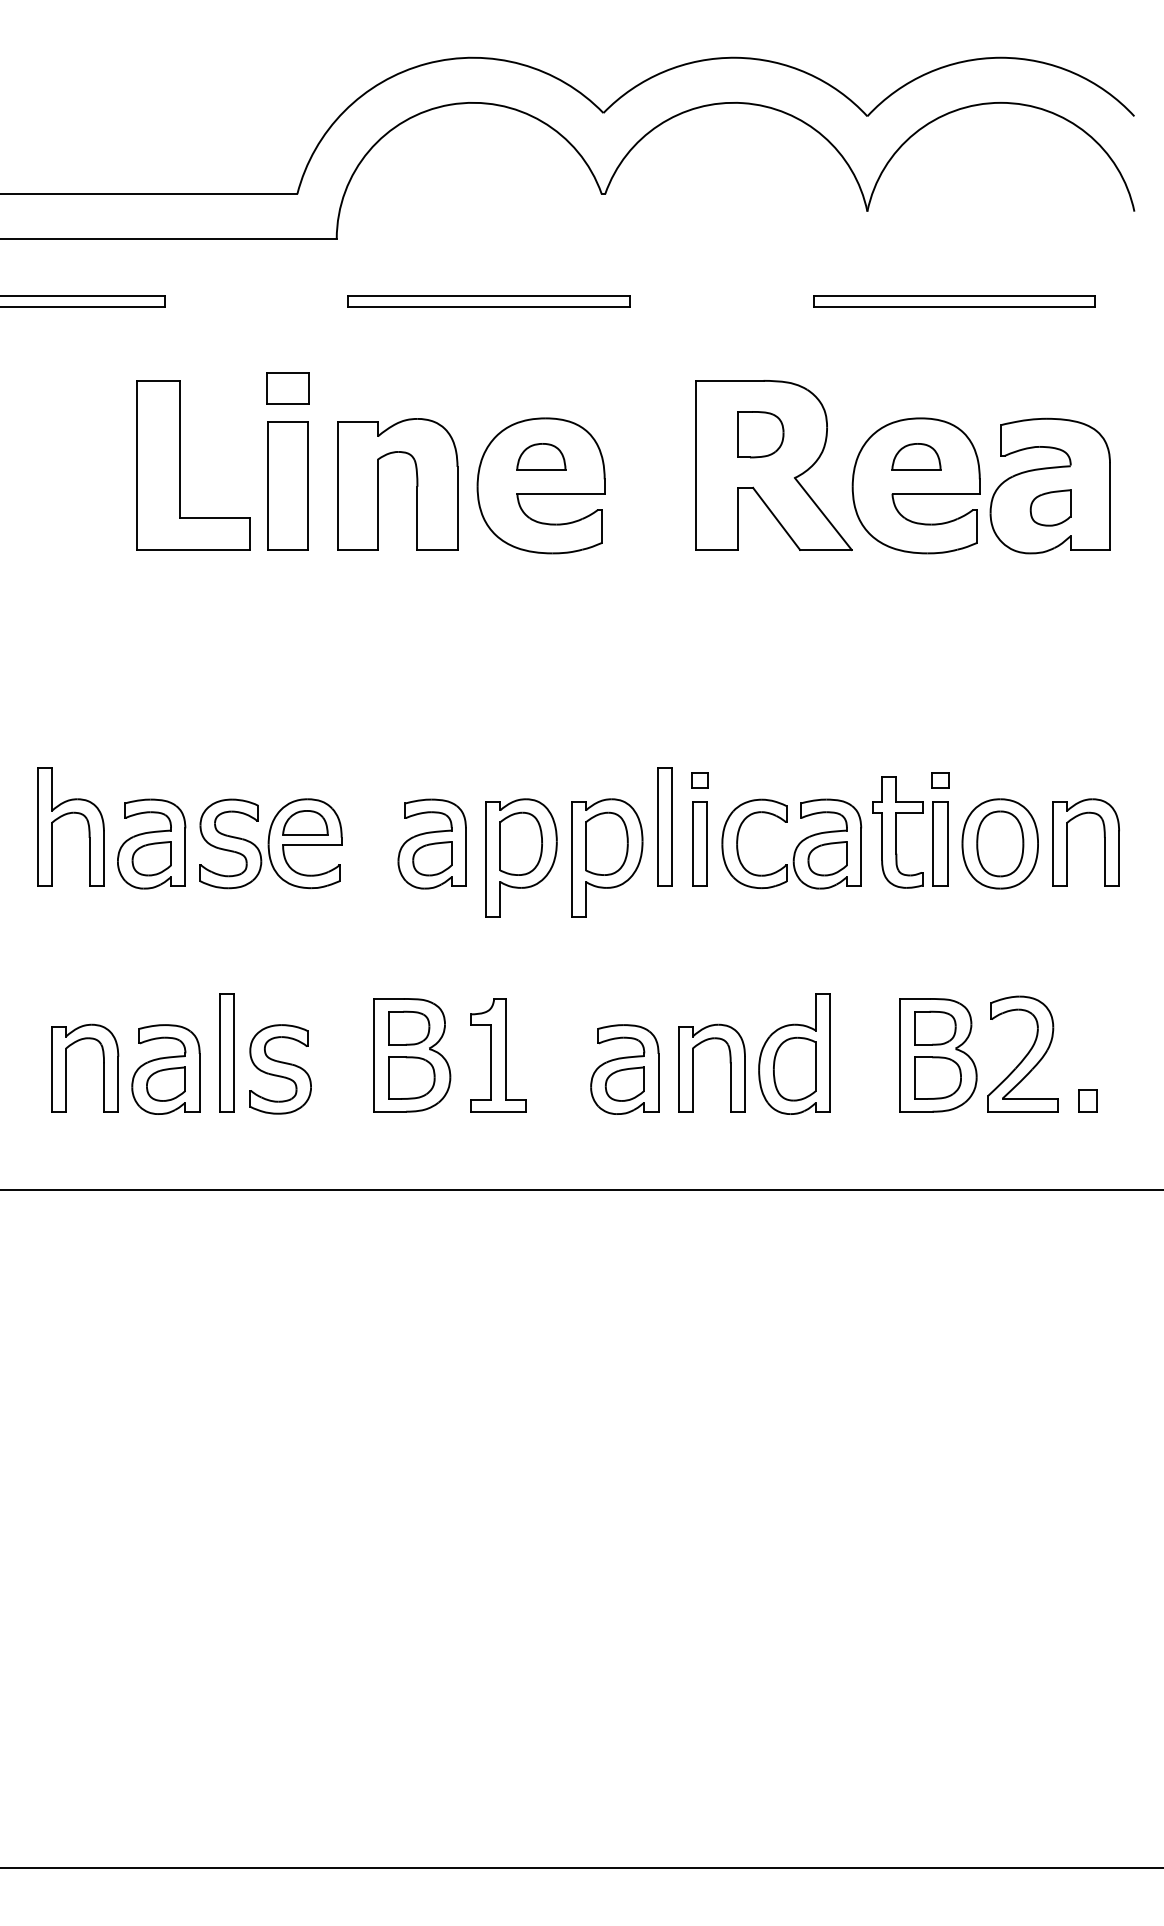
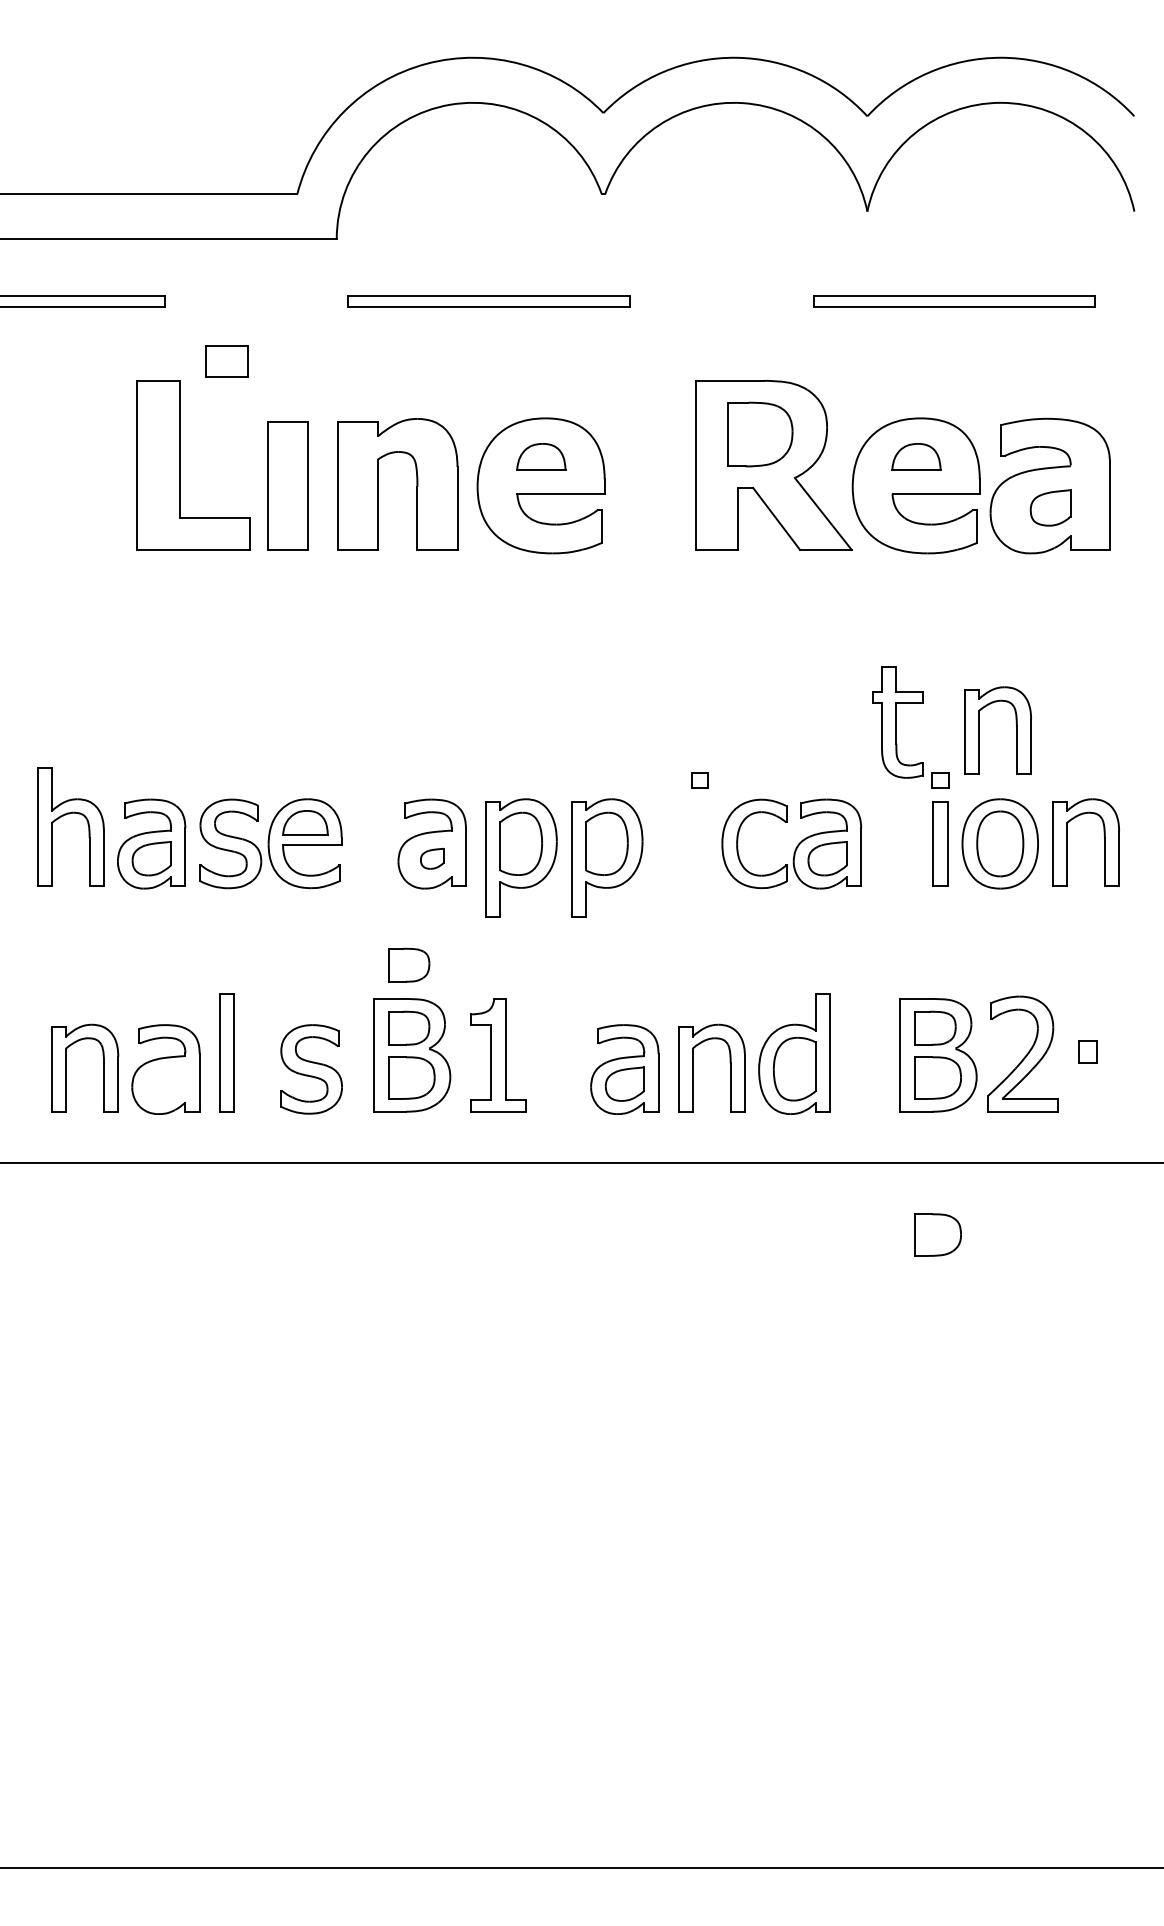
part at (287, 388) position: (287, 388) -> (226, 361)
part at (760, 434) size: 48x48 px -> 67x67 px
part at (979, 730): none -> present
part at (664, 826): present -> none
part at (897, 832) position: (897, 832) -> (897, 722)
part at (699, 843): present -> none
part at (432, 858) size: 41x36 px -> 25x23 px
part at (409, 964): none -> present
part at (280, 1069) position: (280, 1069) -> (311, 1069)
part at (165, 1083): present -> none
part at (1087, 1100) position: (1087, 1100) -> (1087, 1051)
line at (581, 1190) position: (581, 1190) -> (581, 1163)
part at (937, 1234): none -> present
